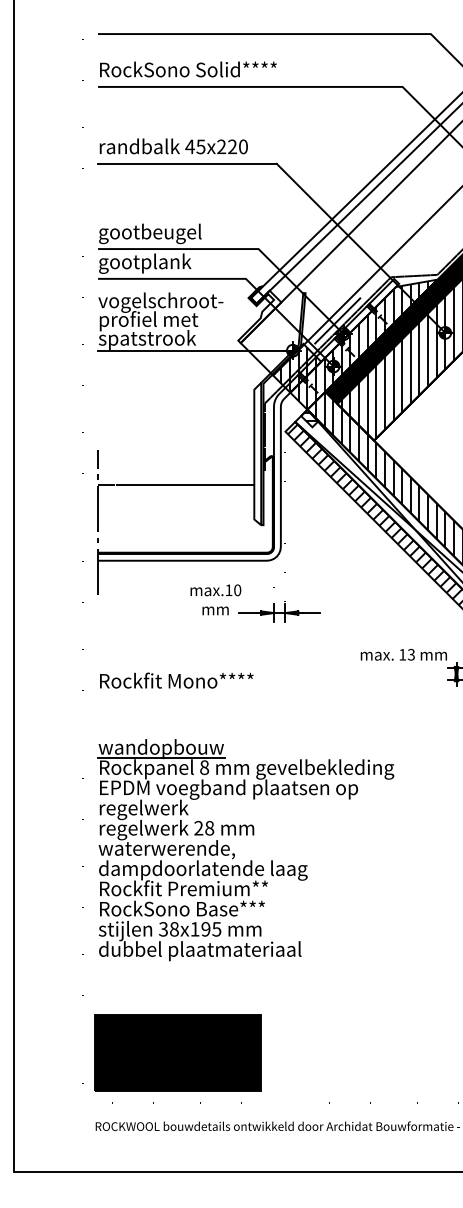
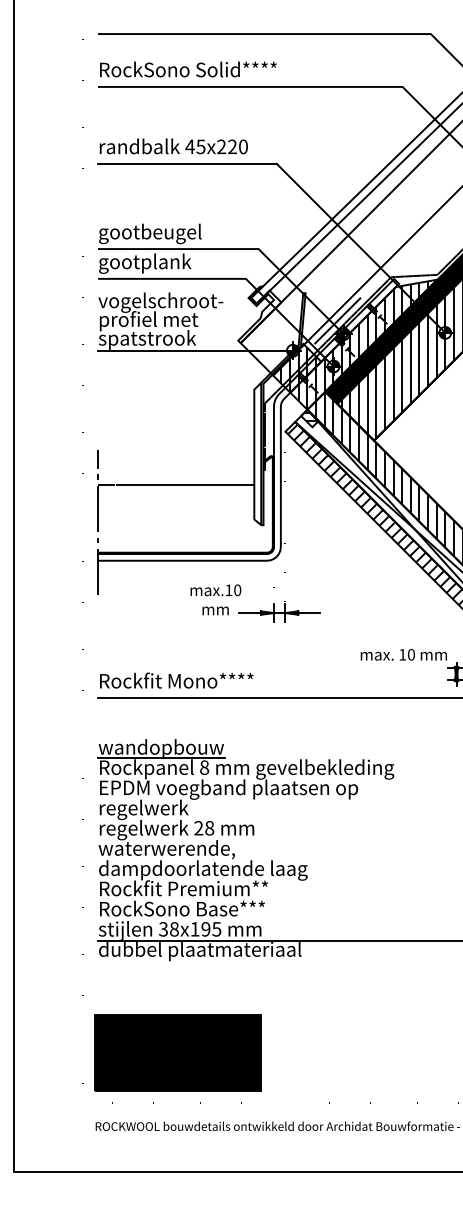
text at (410, 654): 13 -> 10
line at (278, 698): none -> present
line at (278, 941): none -> present
